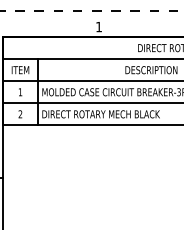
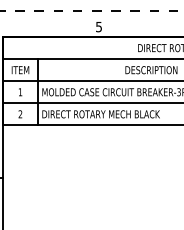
text at (98, 27): 1 -> 5
